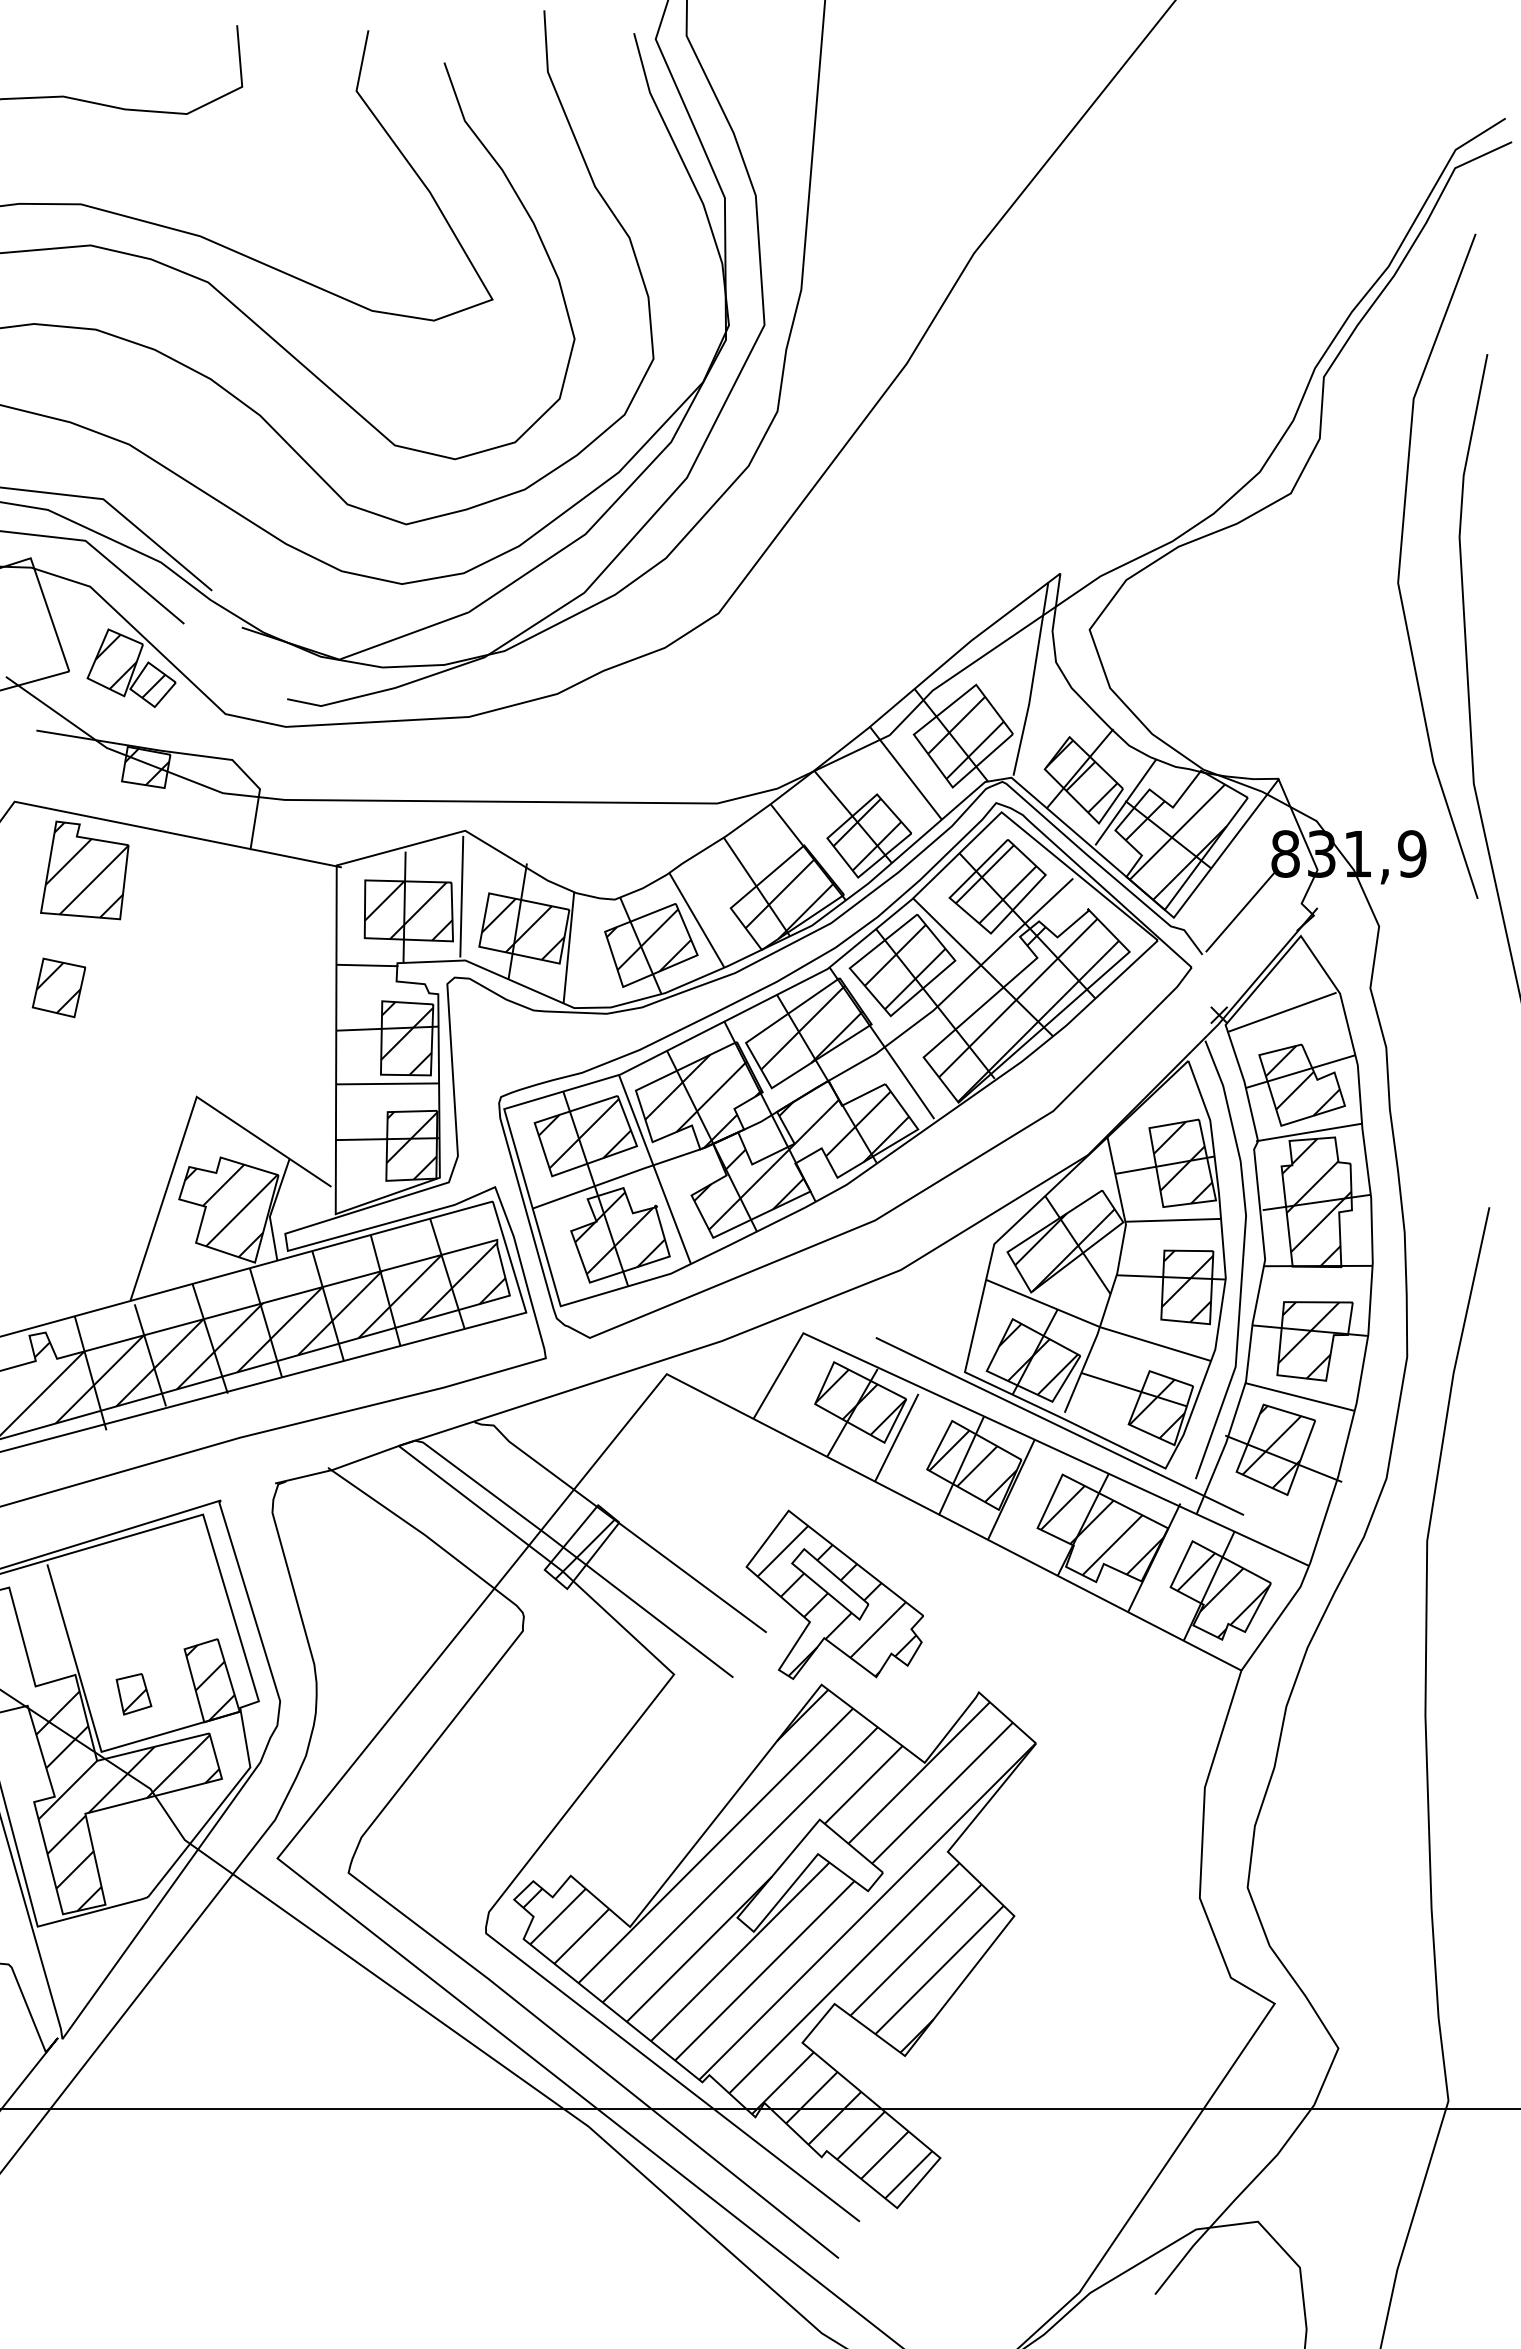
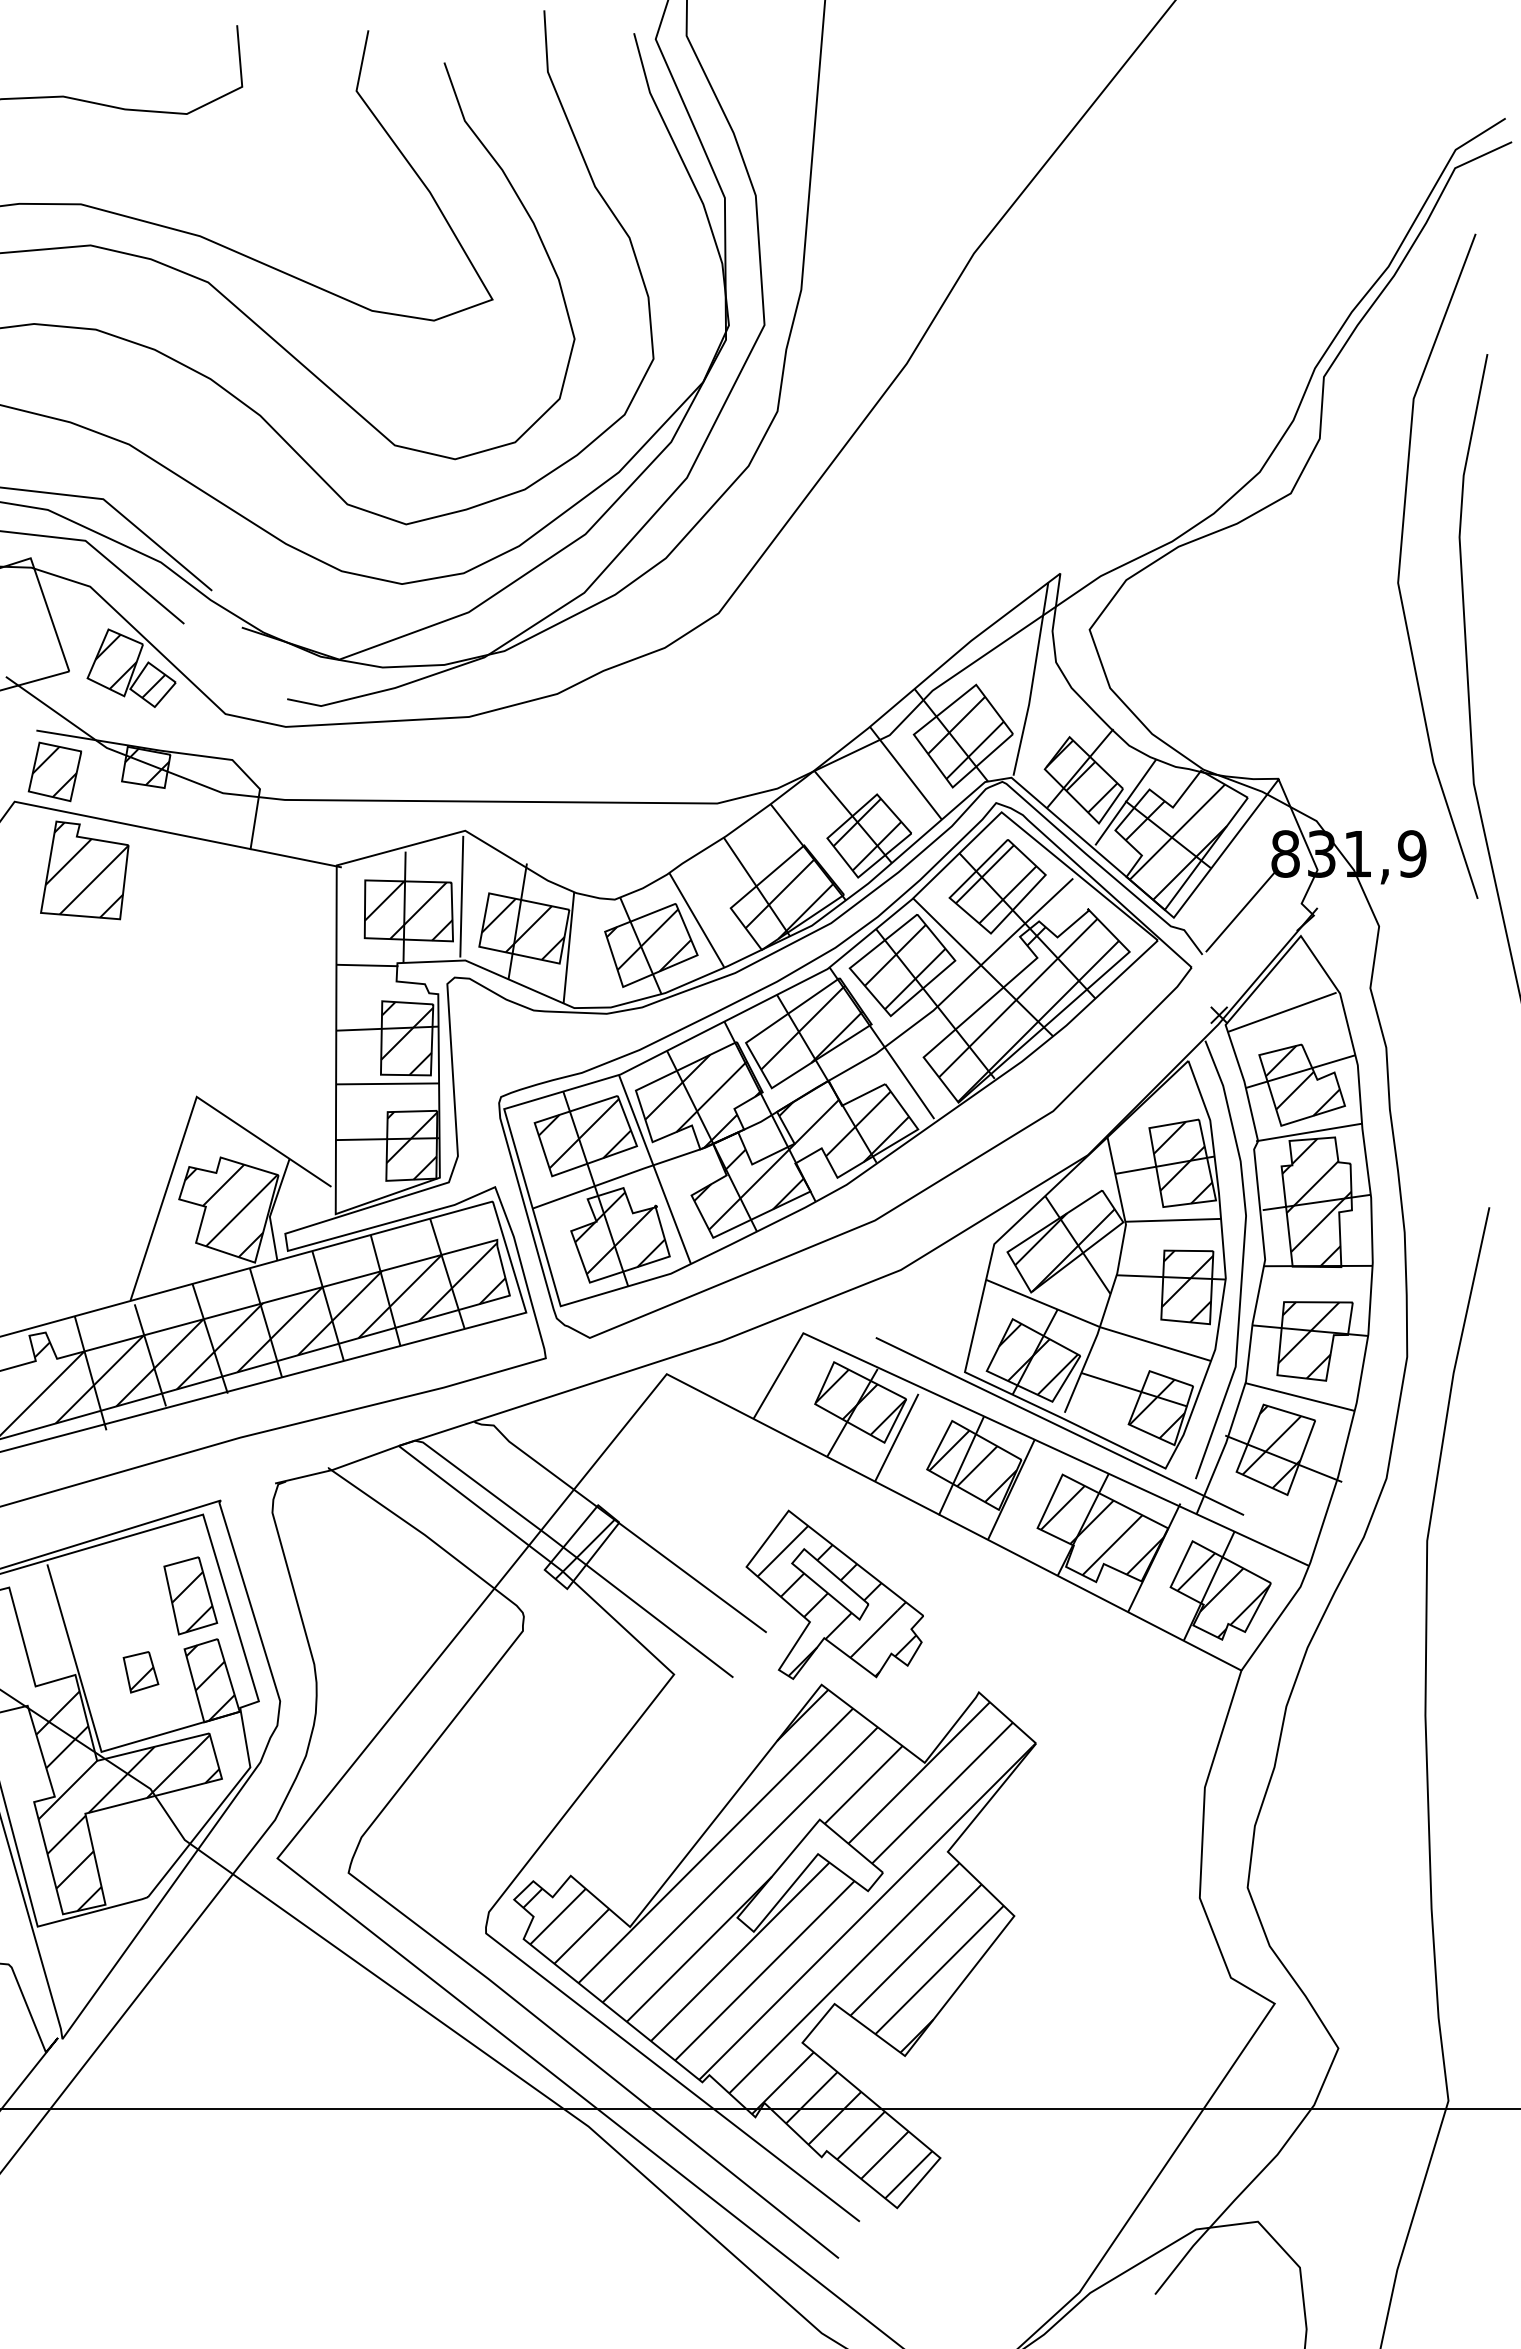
part at (58, 987) position: (58, 987) -> (54, 771)
part at (190, 1595): none -> present
part at (133, 1694) position: (133, 1694) -> (140, 1672)
